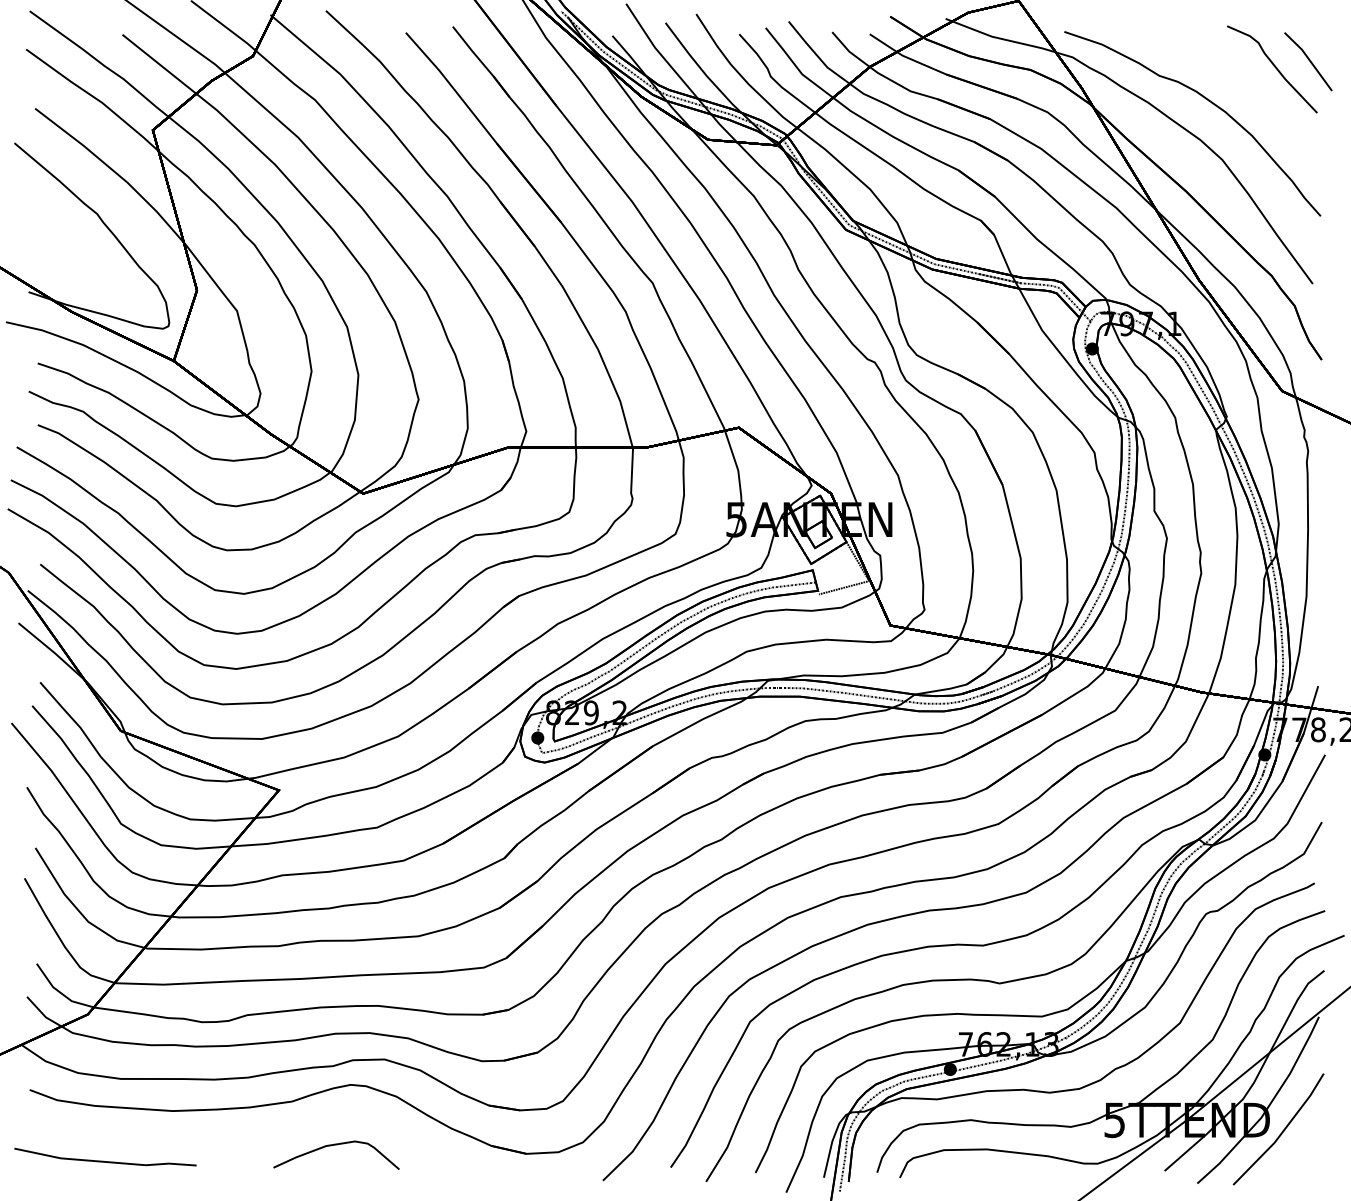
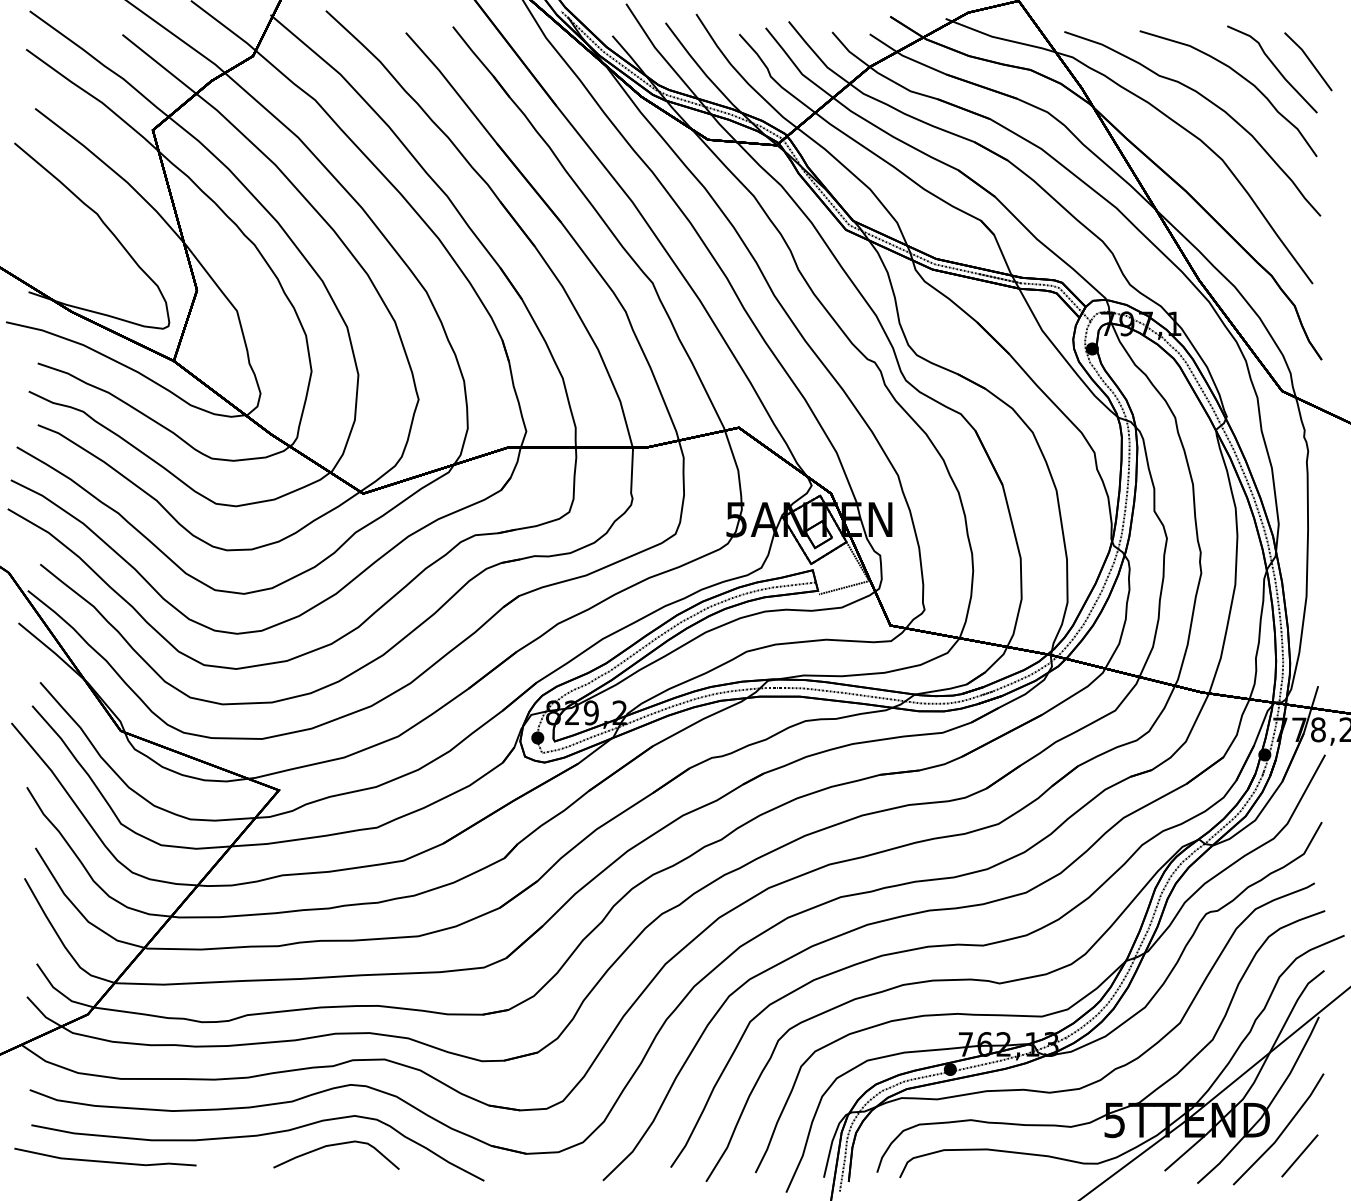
part at (1242, 78): none -> present
part at (257, 1136): none -> present
line at (1299, 1155): none -> present
